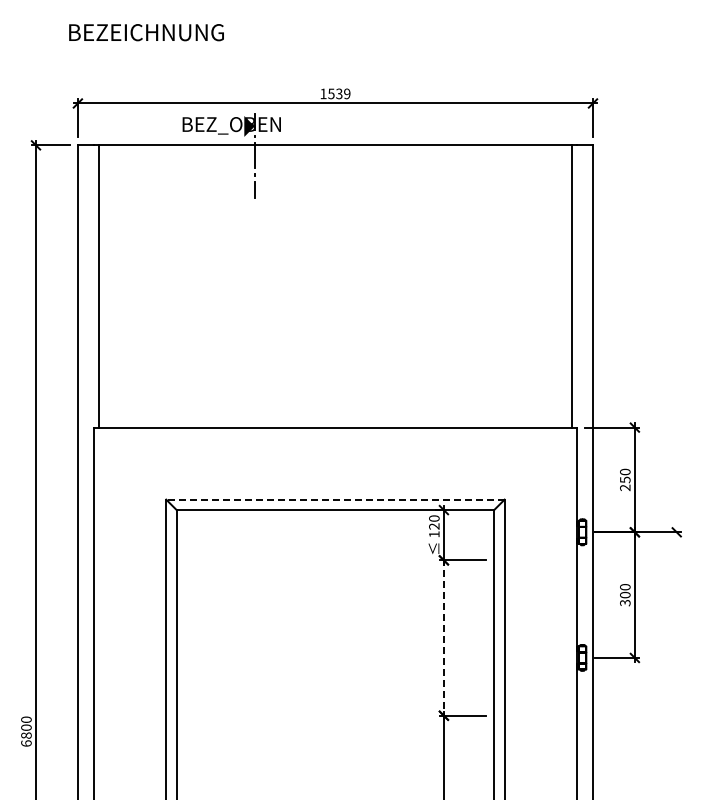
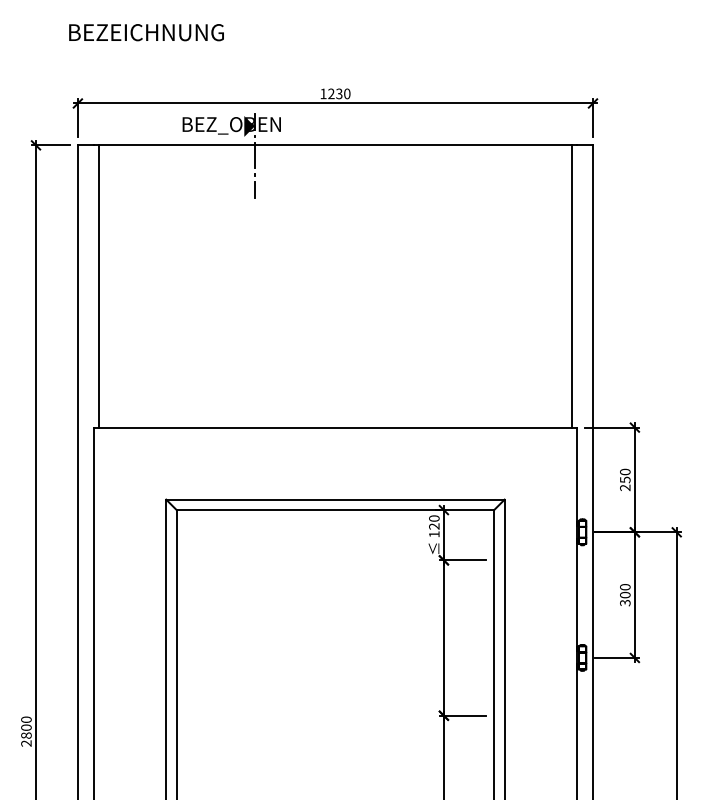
text at (339, 93): 1539 -> 1230
line at (334, 499): dashed -> solid
line at (443, 638): dashed -> solid
line at (676, 662): none -> present
text at (26, 743): 6800 -> 2800
